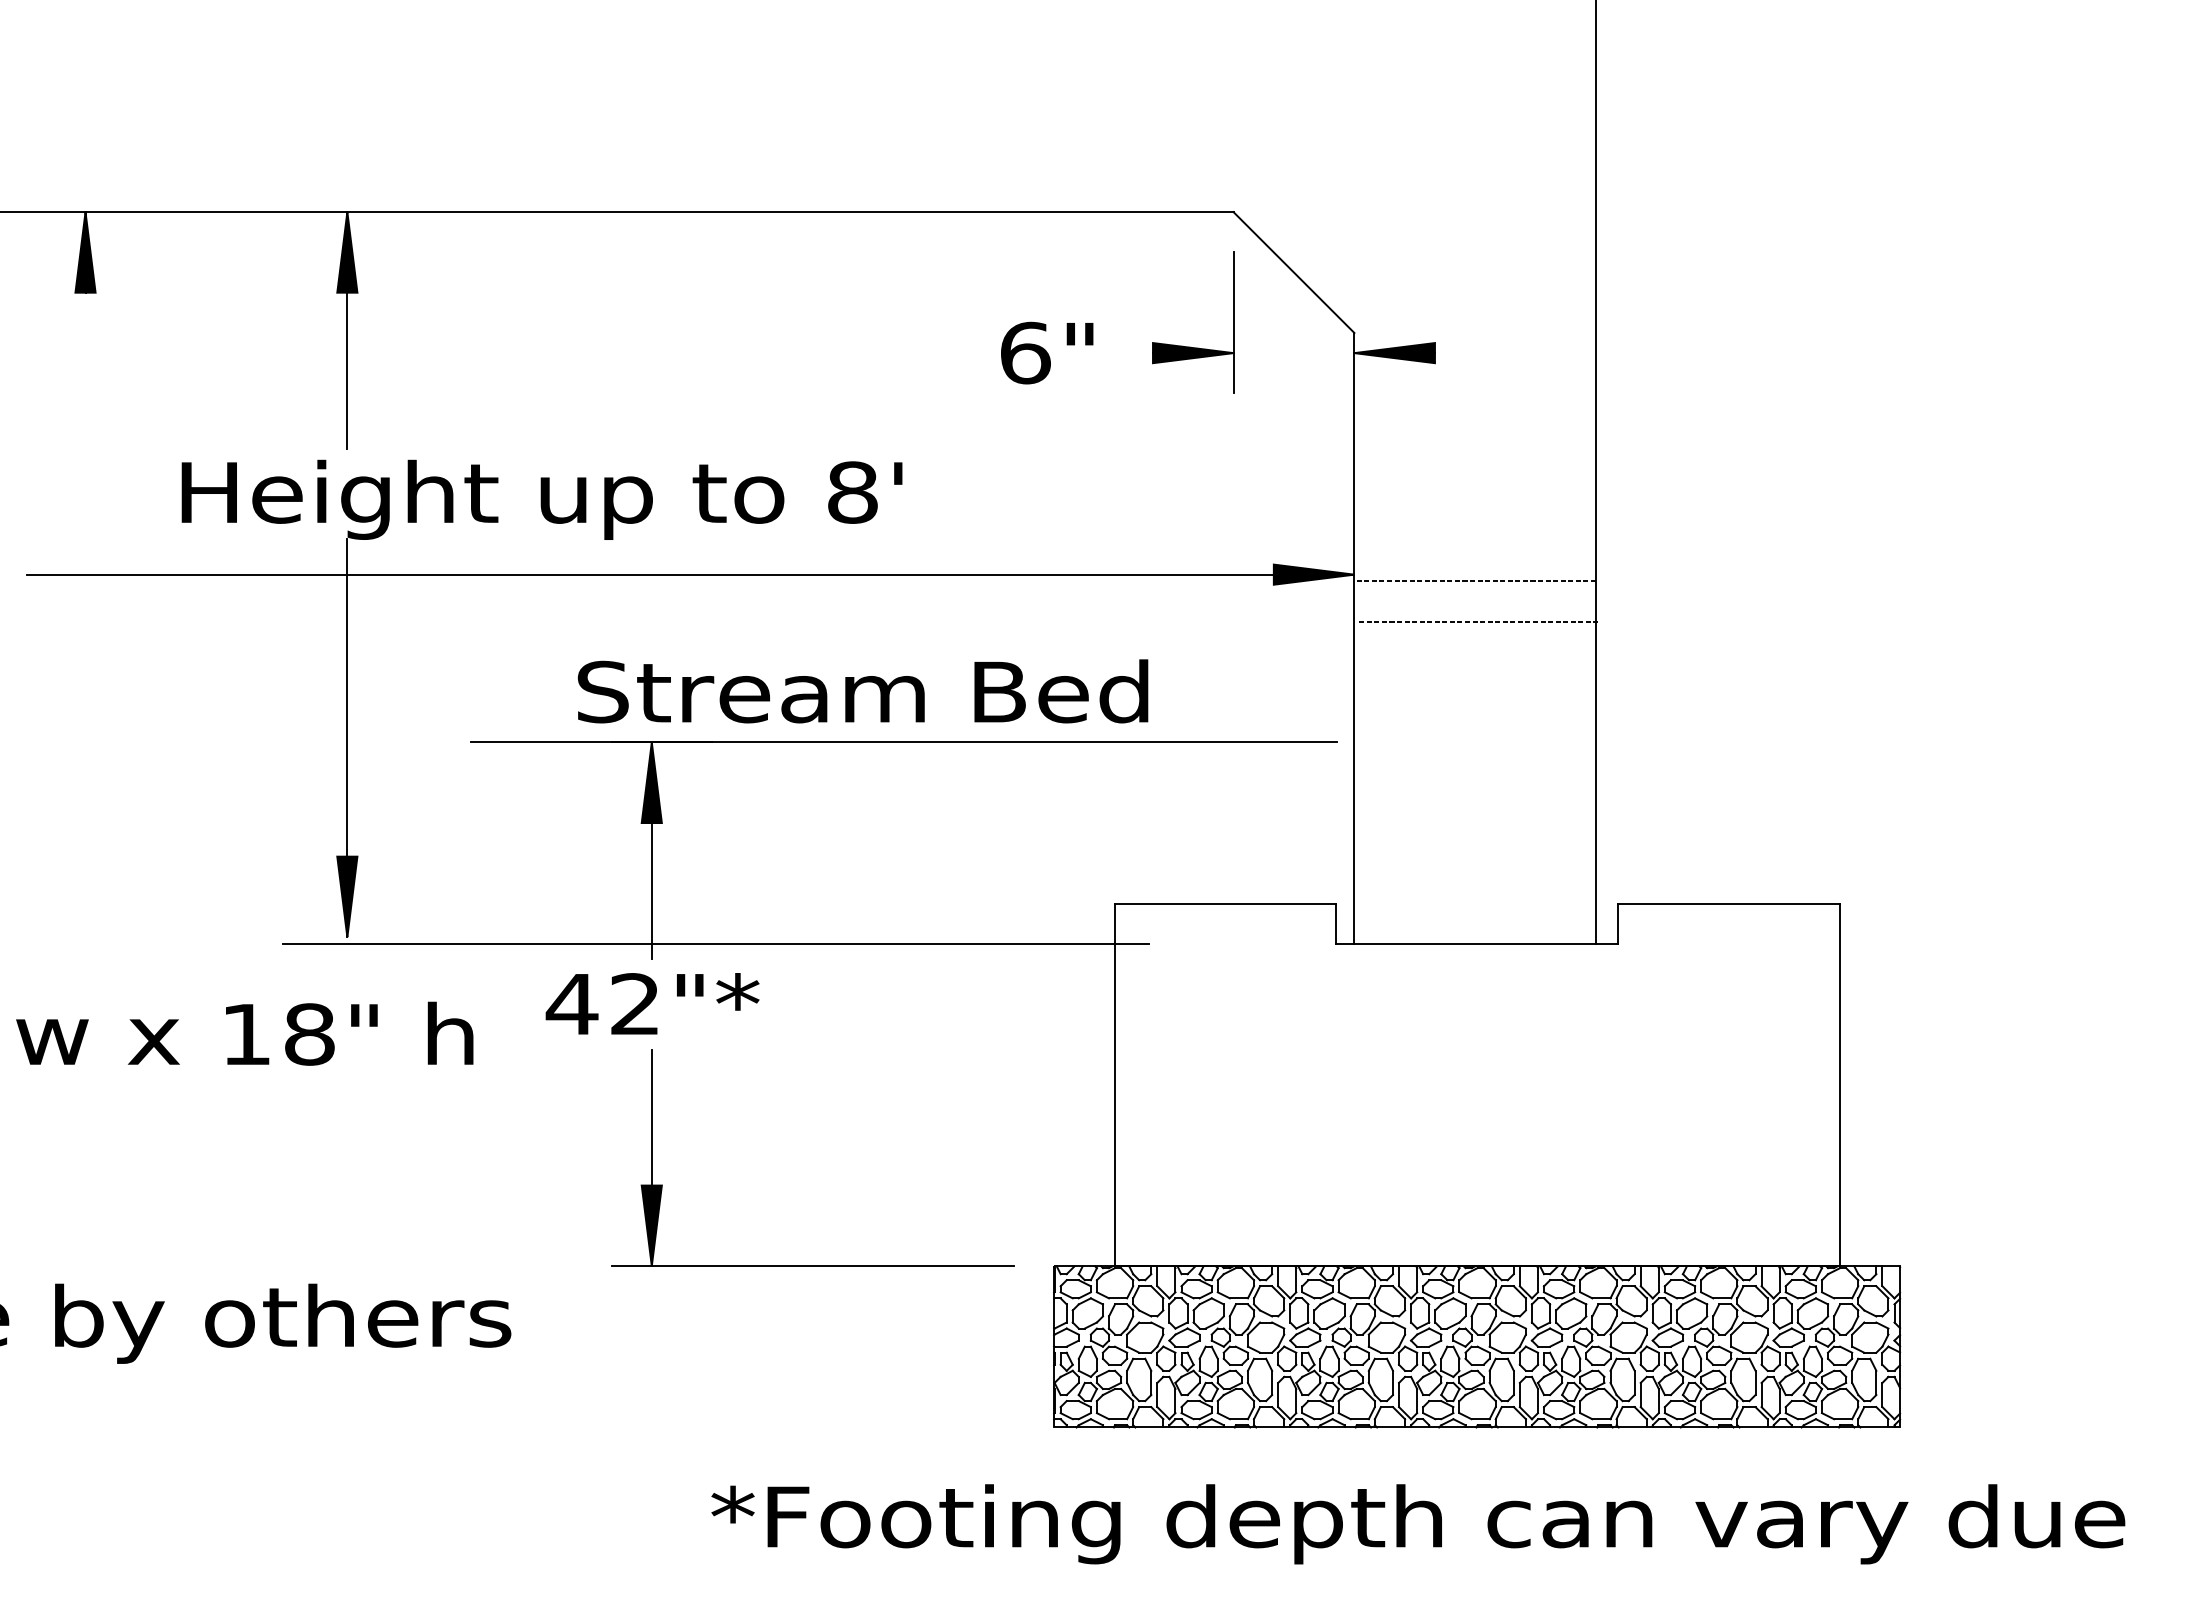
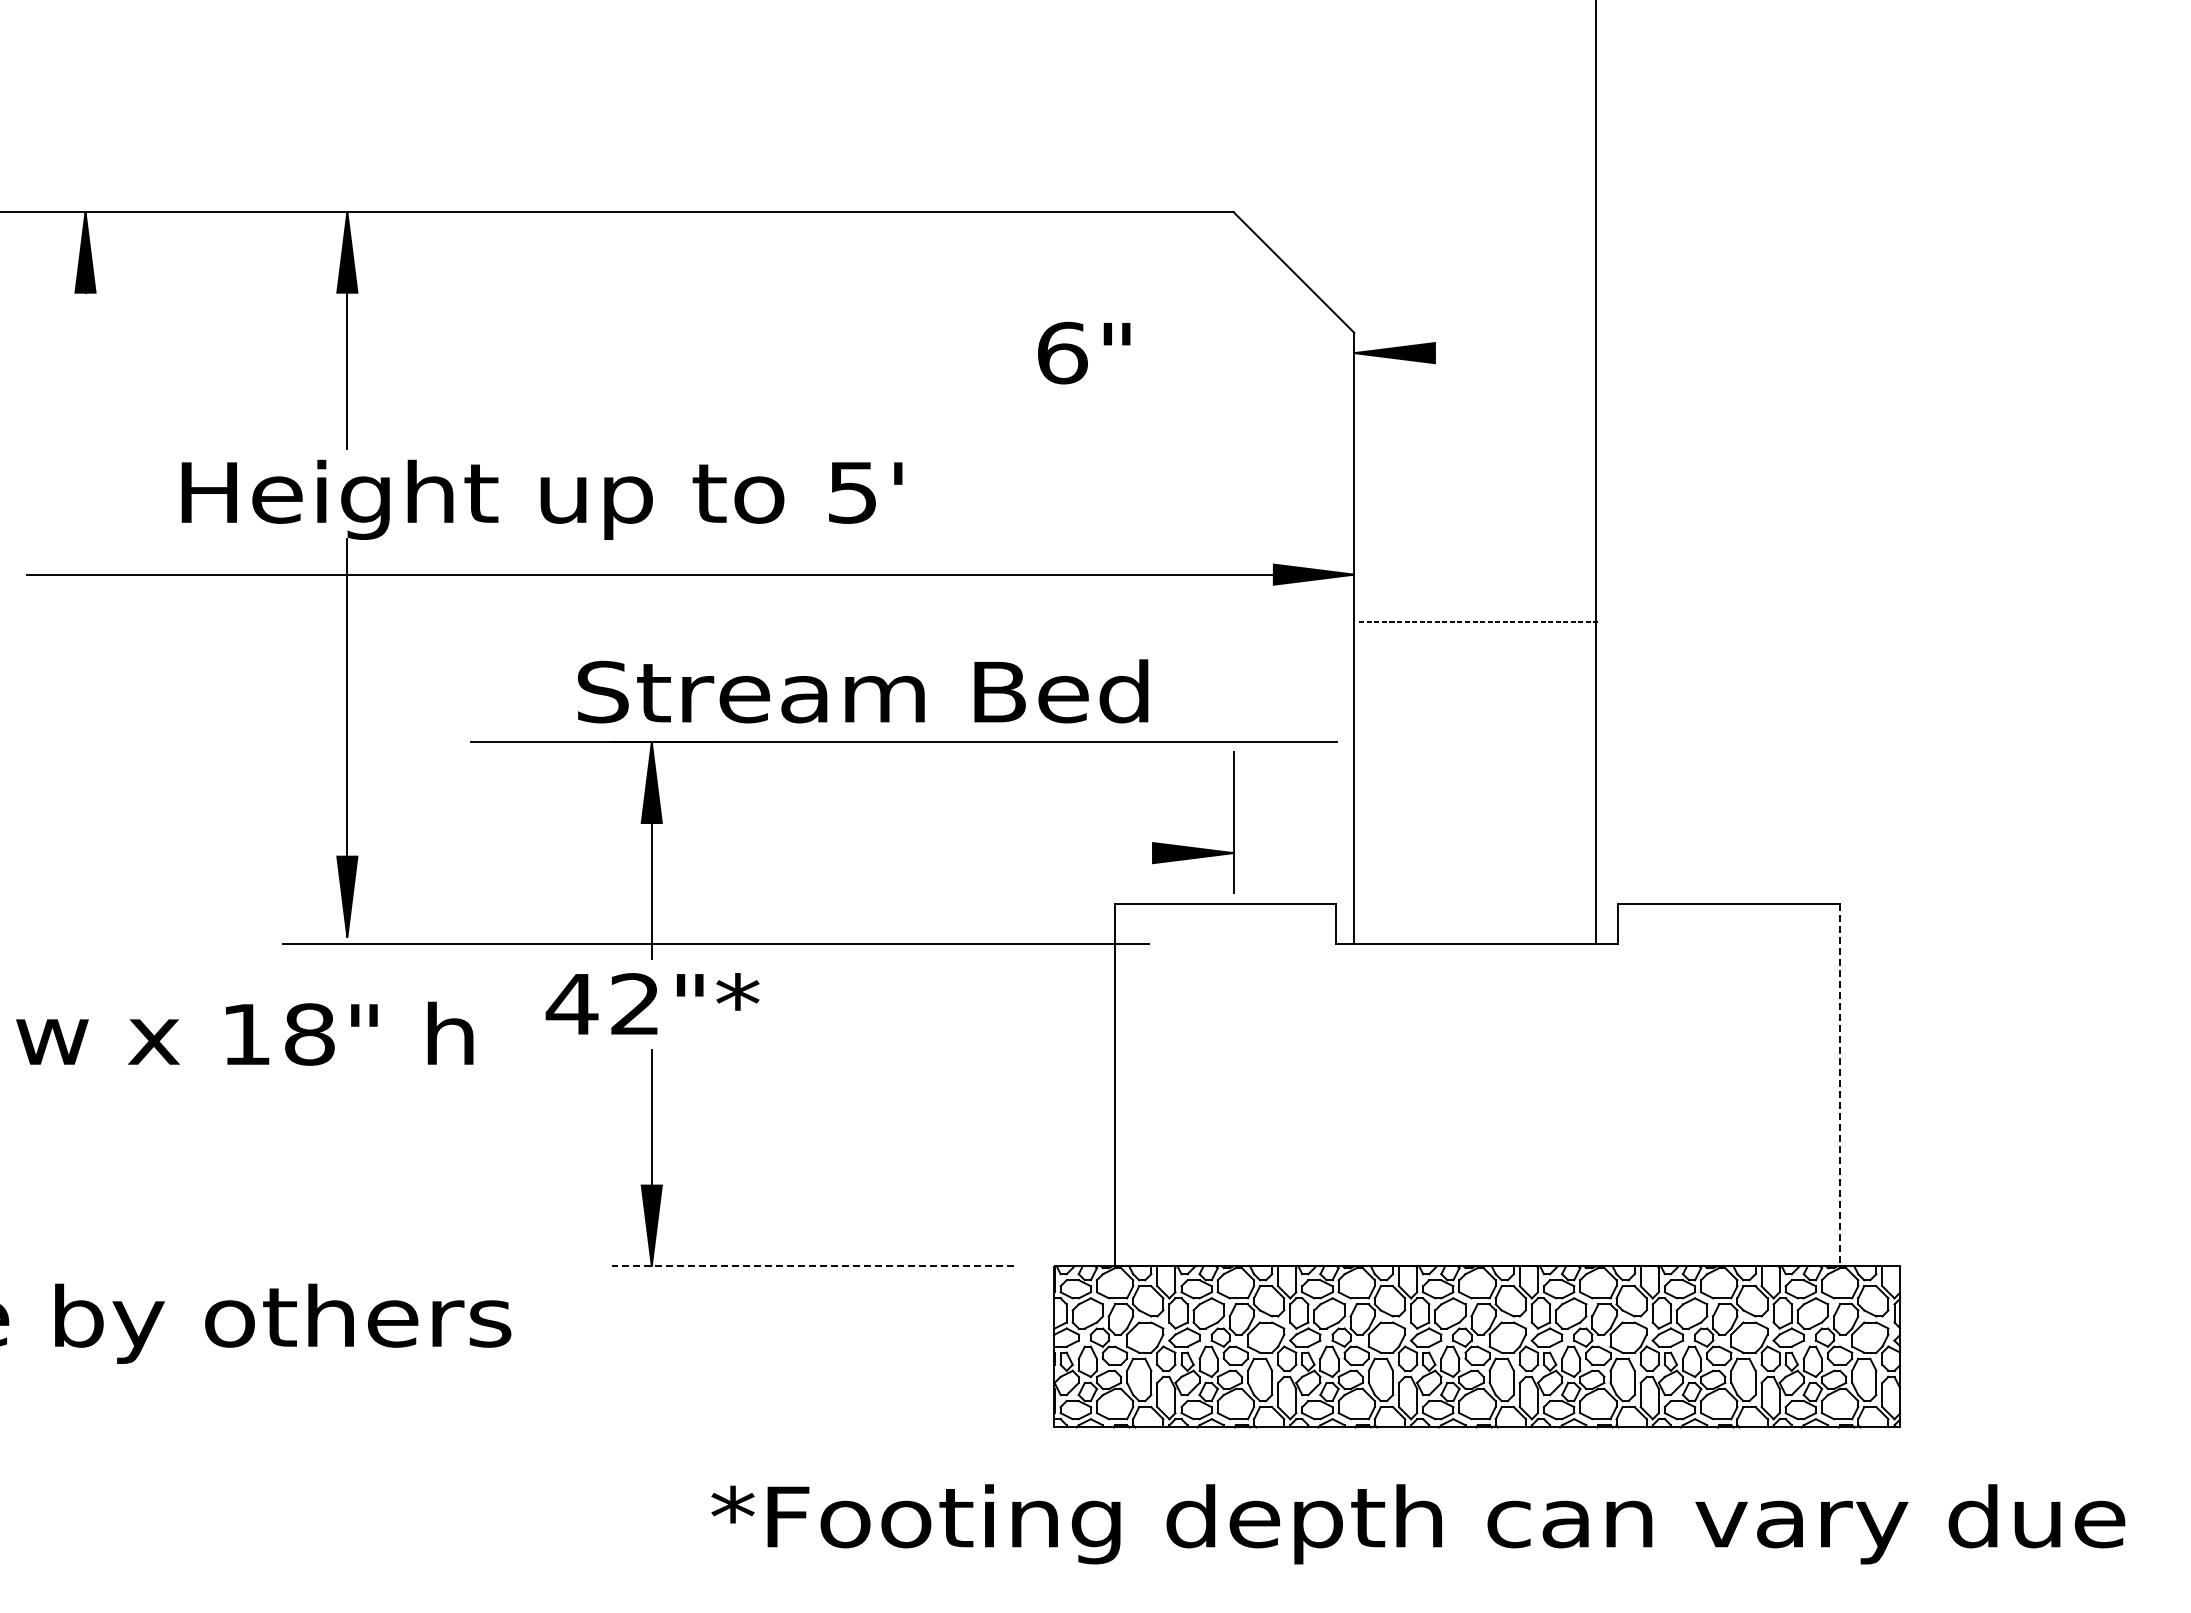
part at (1190, 346) position: (1190, 346) -> (1190, 846)
text at (1047, 352) position: (1047, 352) -> (1084, 352)
text at (852, 492): 8' -> 5'
line at (1477, 581): present -> none
line at (1839, 1085): solid -> dashed
line at (812, 1266): solid -> dashed
